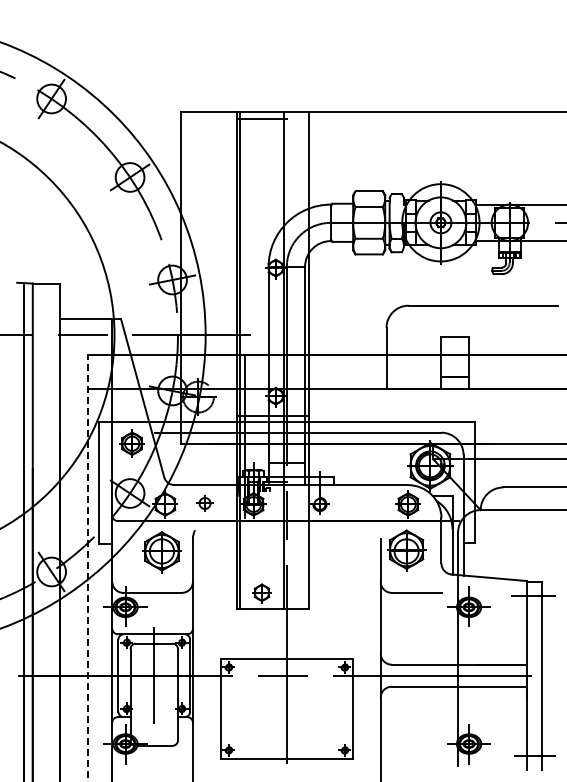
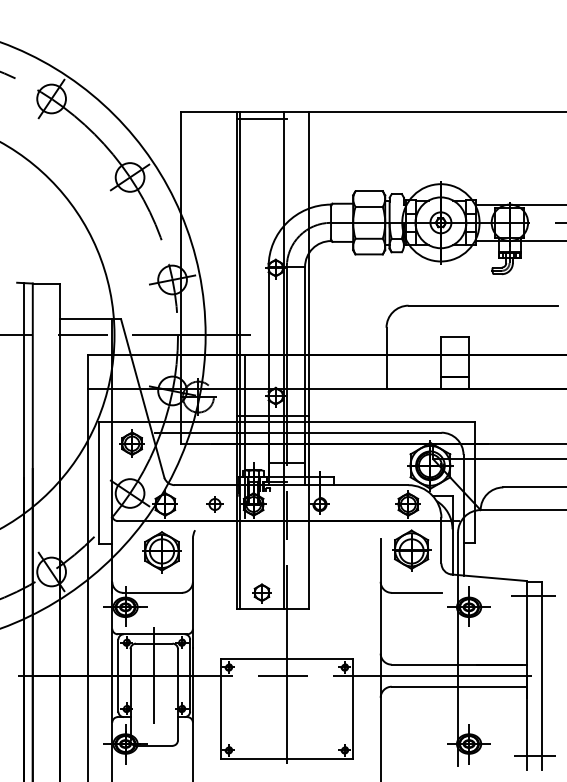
part at (204, 503) position: (204, 503) -> (214, 504)
part at (406, 550) position: (406, 550) -> (411, 550)
line at (88, 568): dashed -> solid
